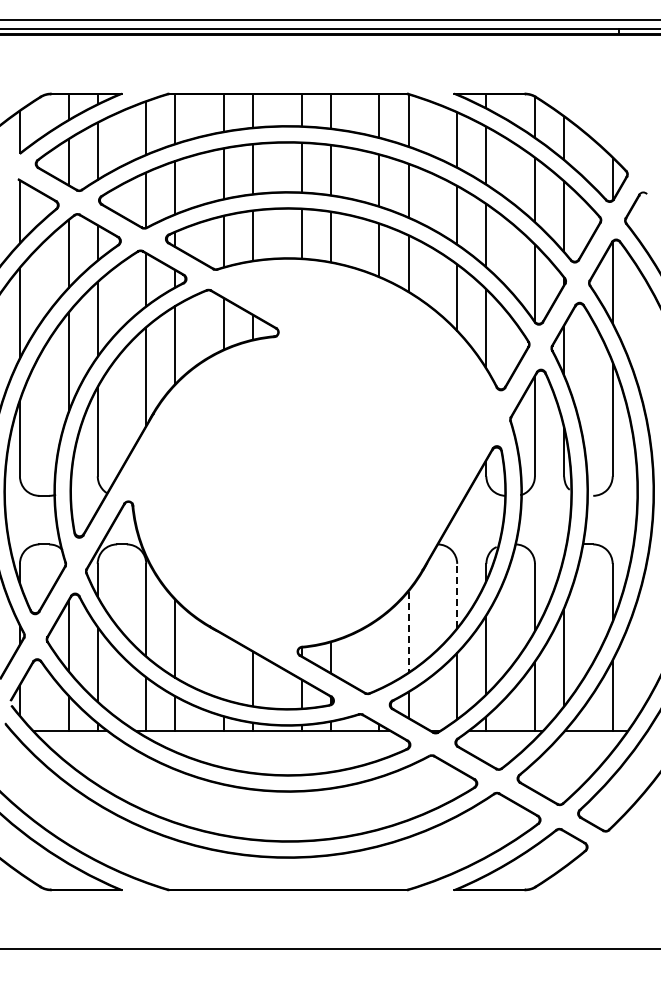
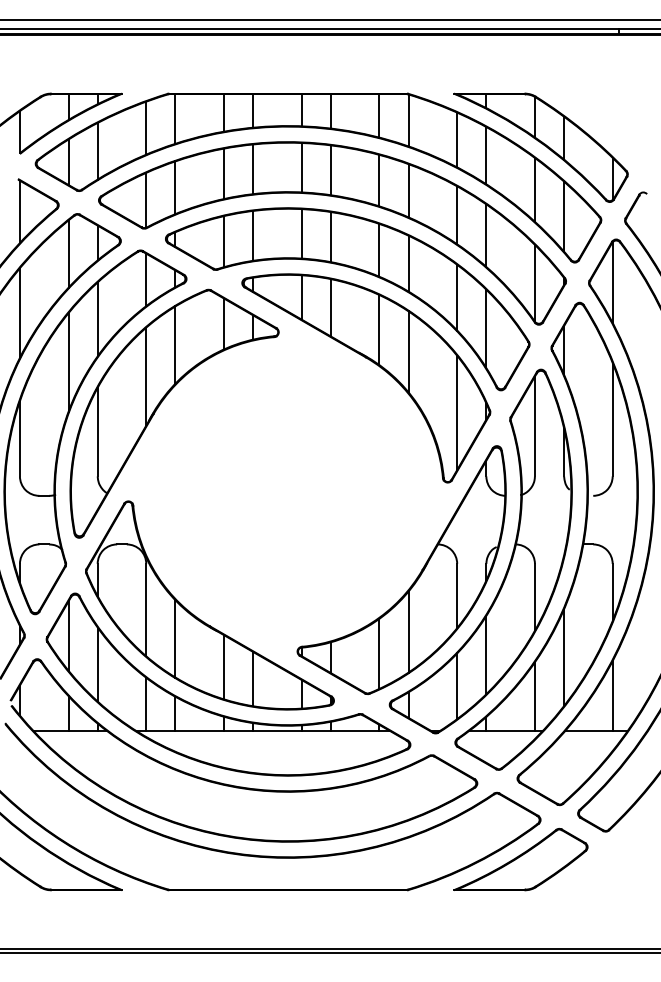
part at (376, 365): none -> present
line at (457, 595): dashed -> solid
line at (408, 632): dashed -> solid
line at (379, 653): none -> present
line at (224, 667): none -> present
line at (329, 952): none -> present
